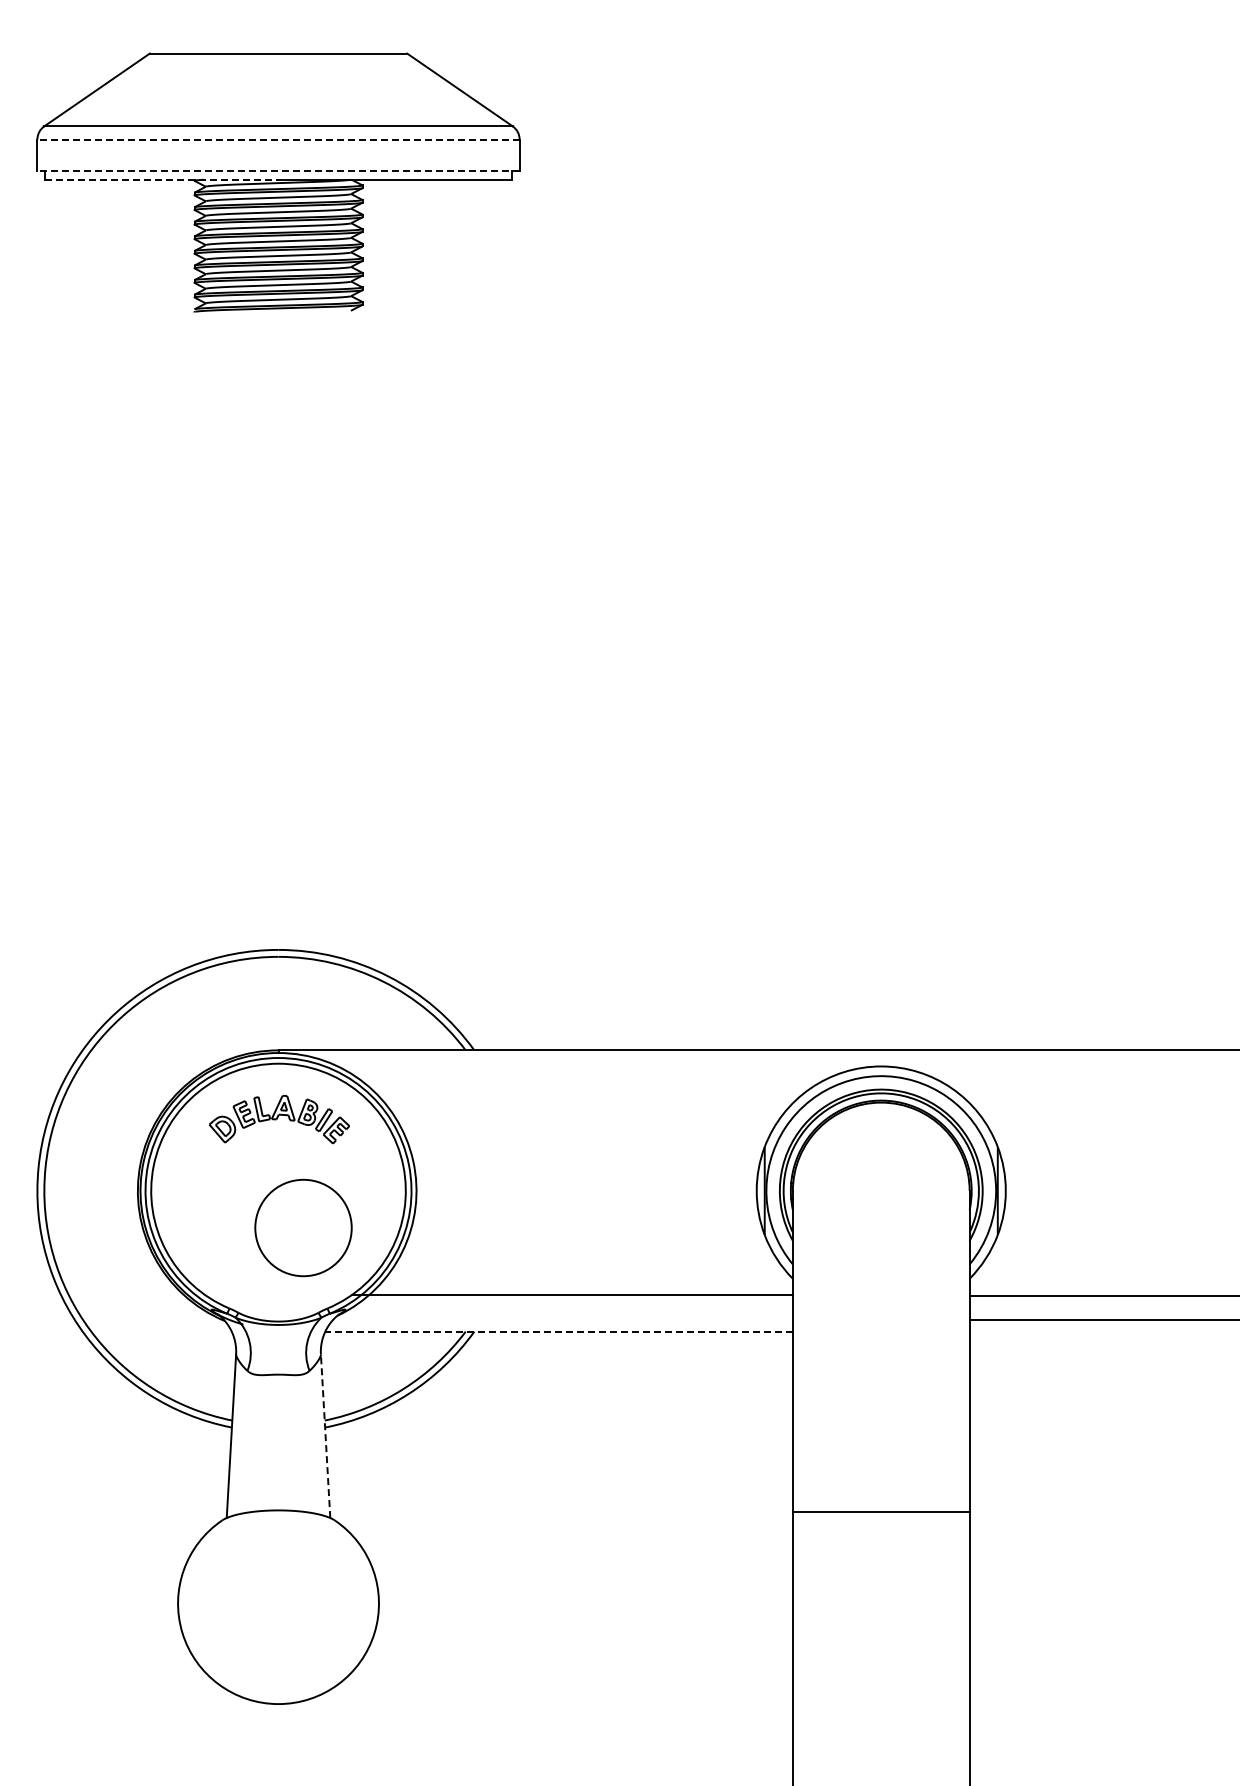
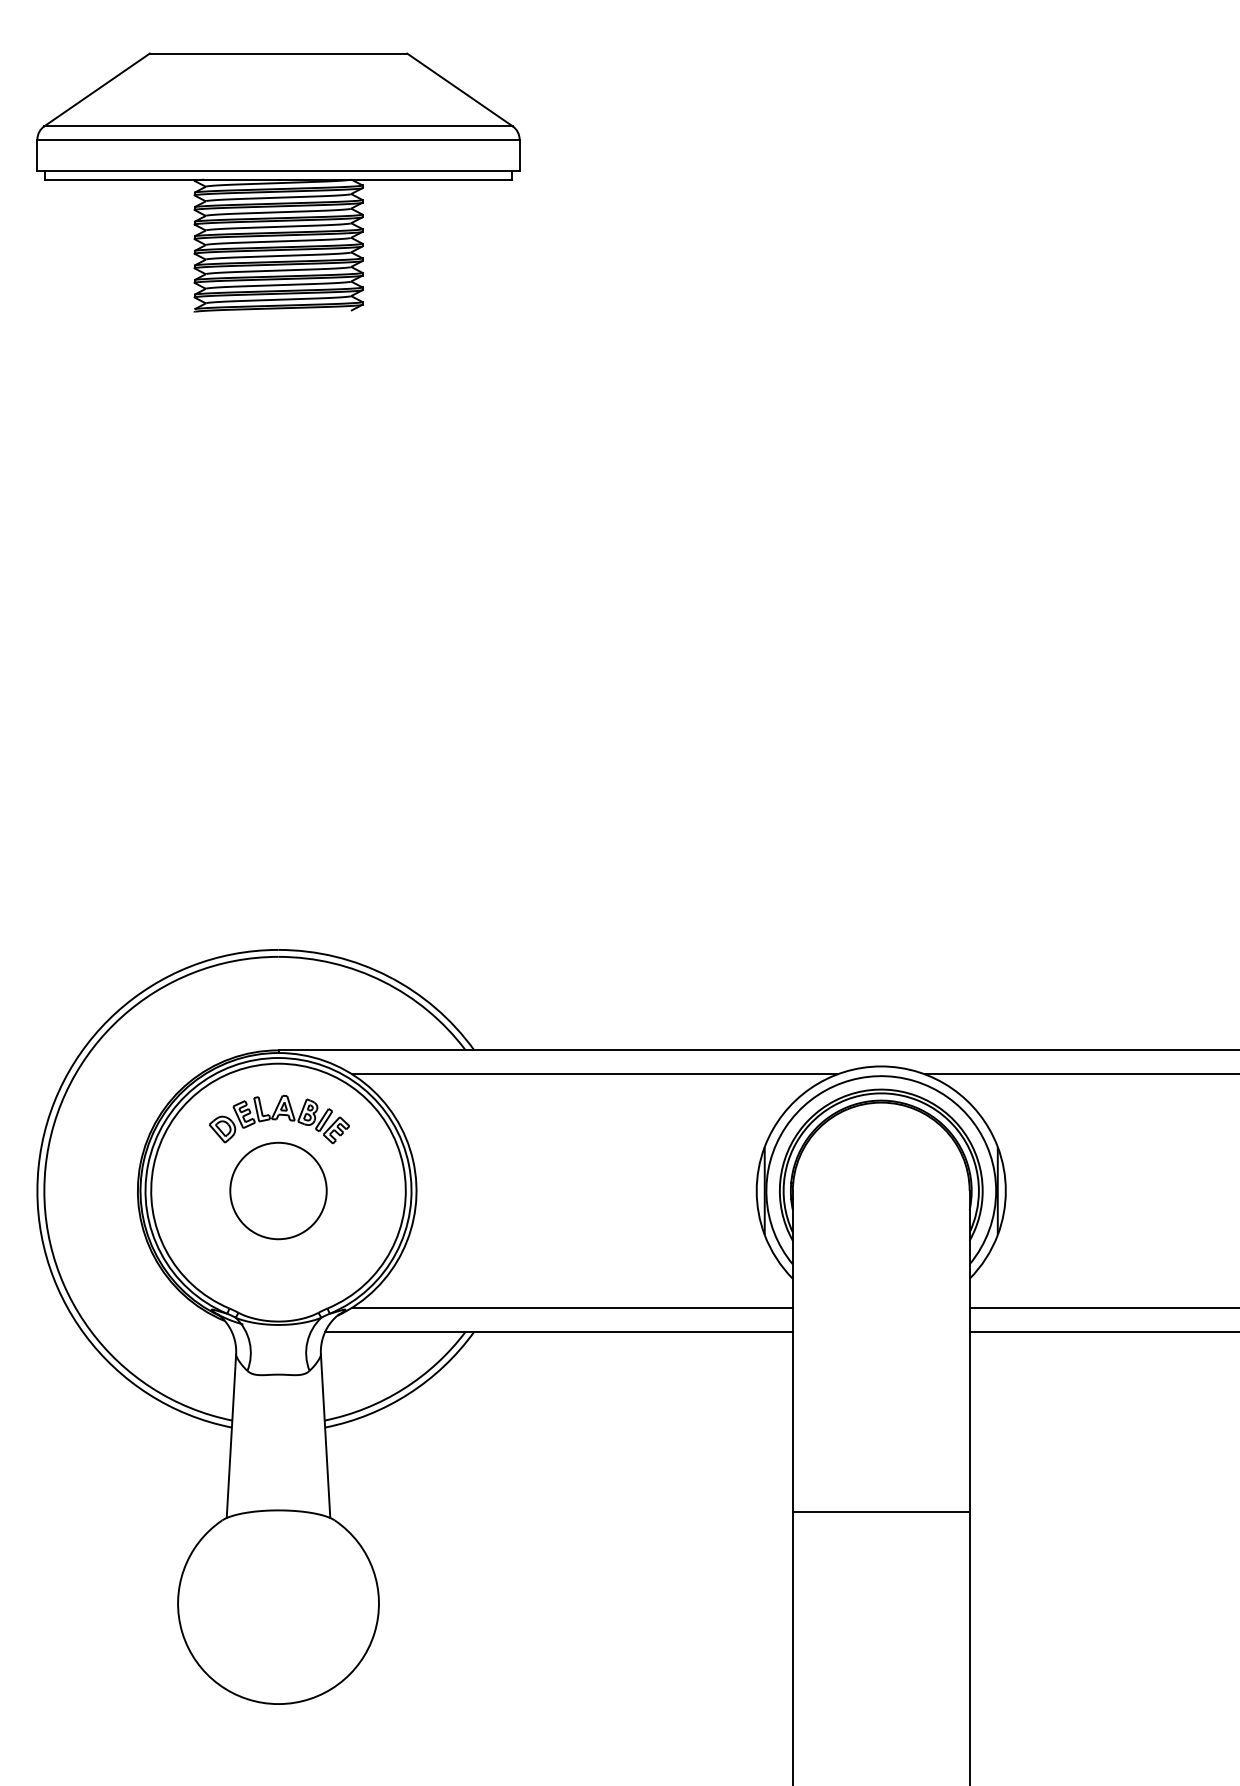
line at (278, 139): dashed -> solid
line at (278, 171): dashed -> solid
line at (162, 179): dashed -> solid
line at (594, 1074): none -> present
line at (1080, 1074): none -> present
circle at (303, 1227) position: (303, 1227) -> (278, 1190)
line at (572, 1294) position: (572, 1294) -> (572, 1307)
line at (1102, 1295) position: (1102, 1295) -> (1102, 1307)
line at (1102, 1319) position: (1102, 1319) -> (1102, 1331)
line at (559, 1331): dashed -> solid
line at (325, 1436): dashed -> solid
